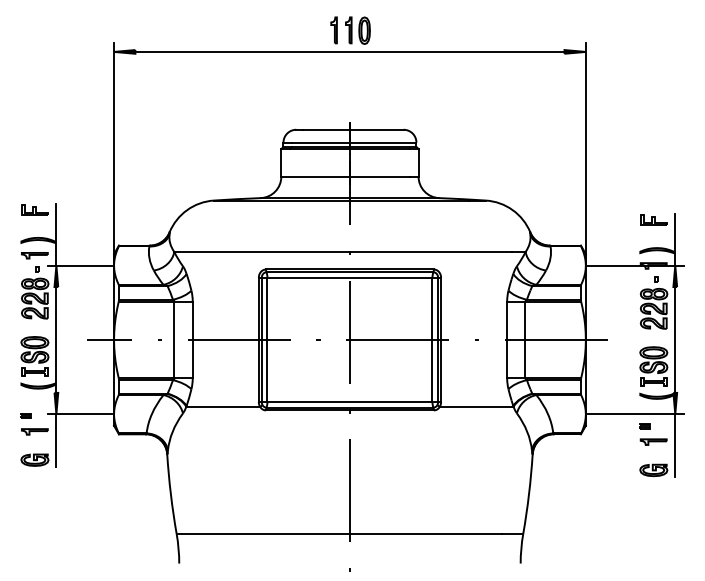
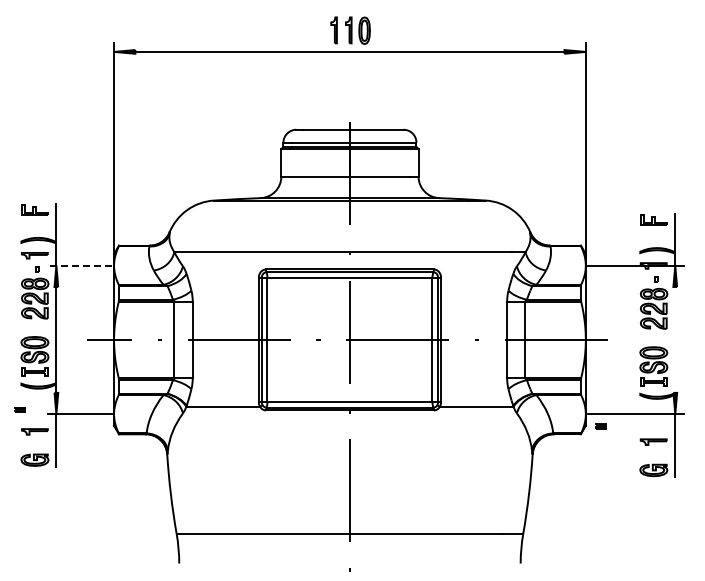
line at (79, 265): solid -> dashed
line at (675, 339): present -> none
part at (25, 415) position: (25, 415) -> (19, 409)
part at (644, 426) position: (644, 426) -> (600, 426)
